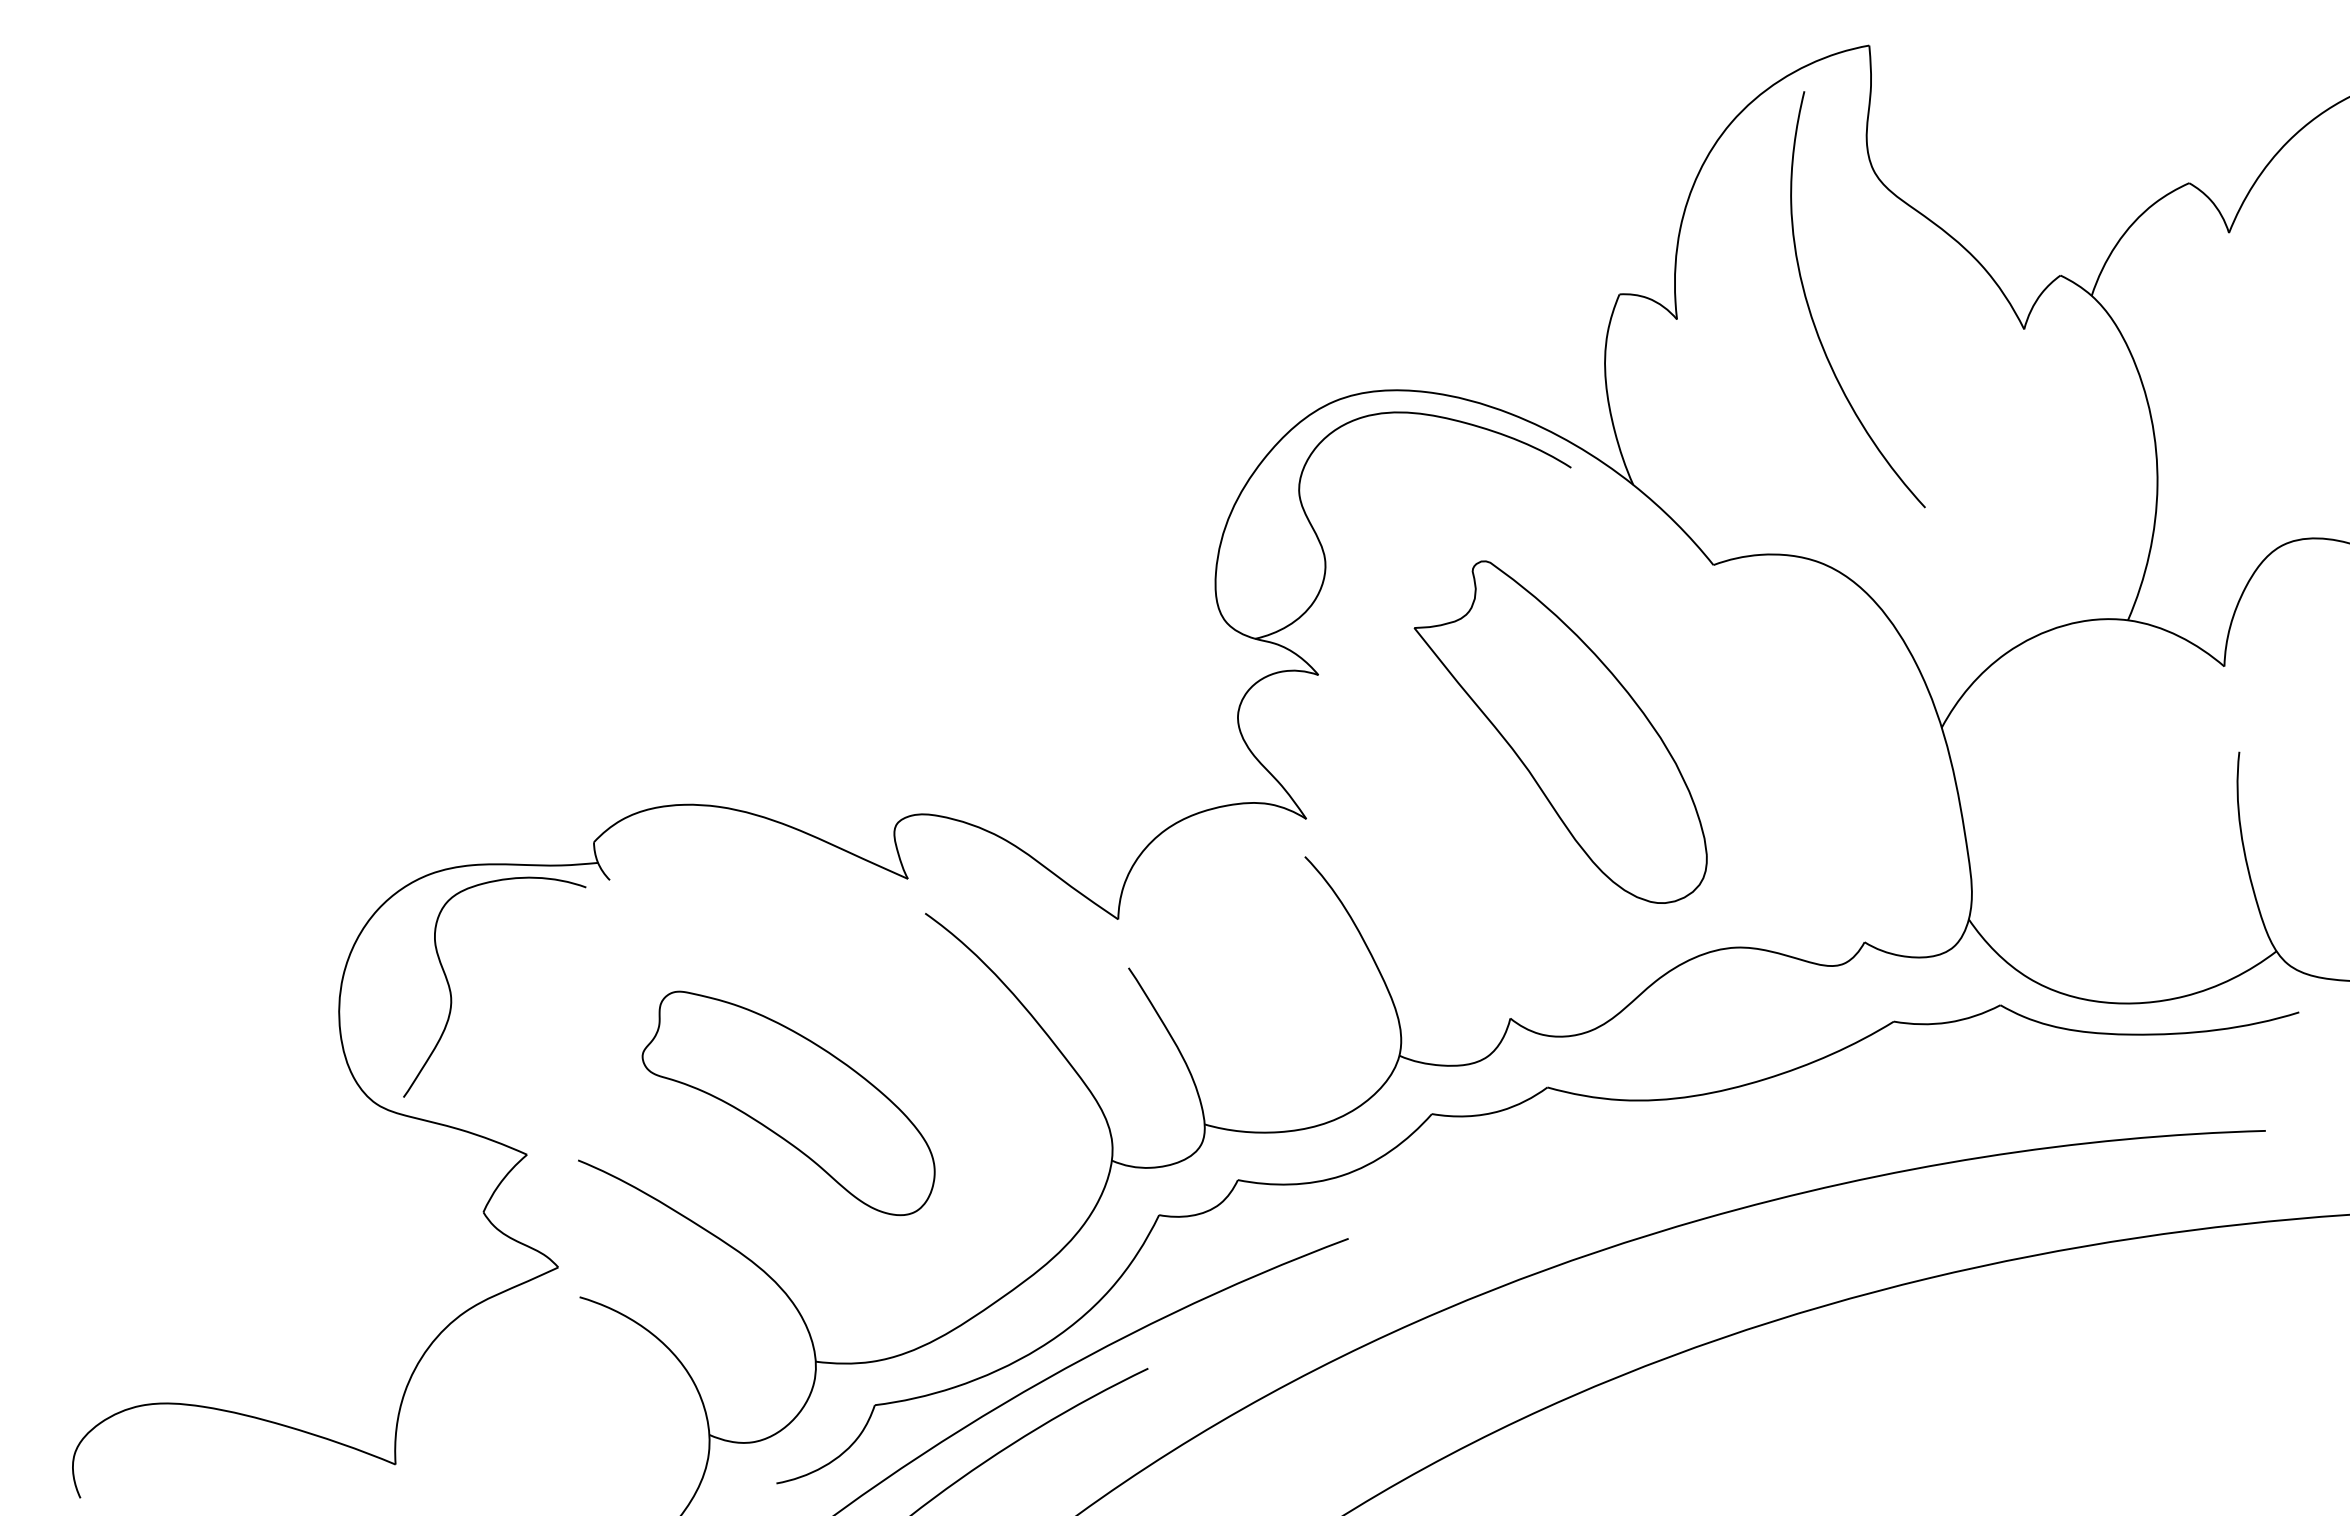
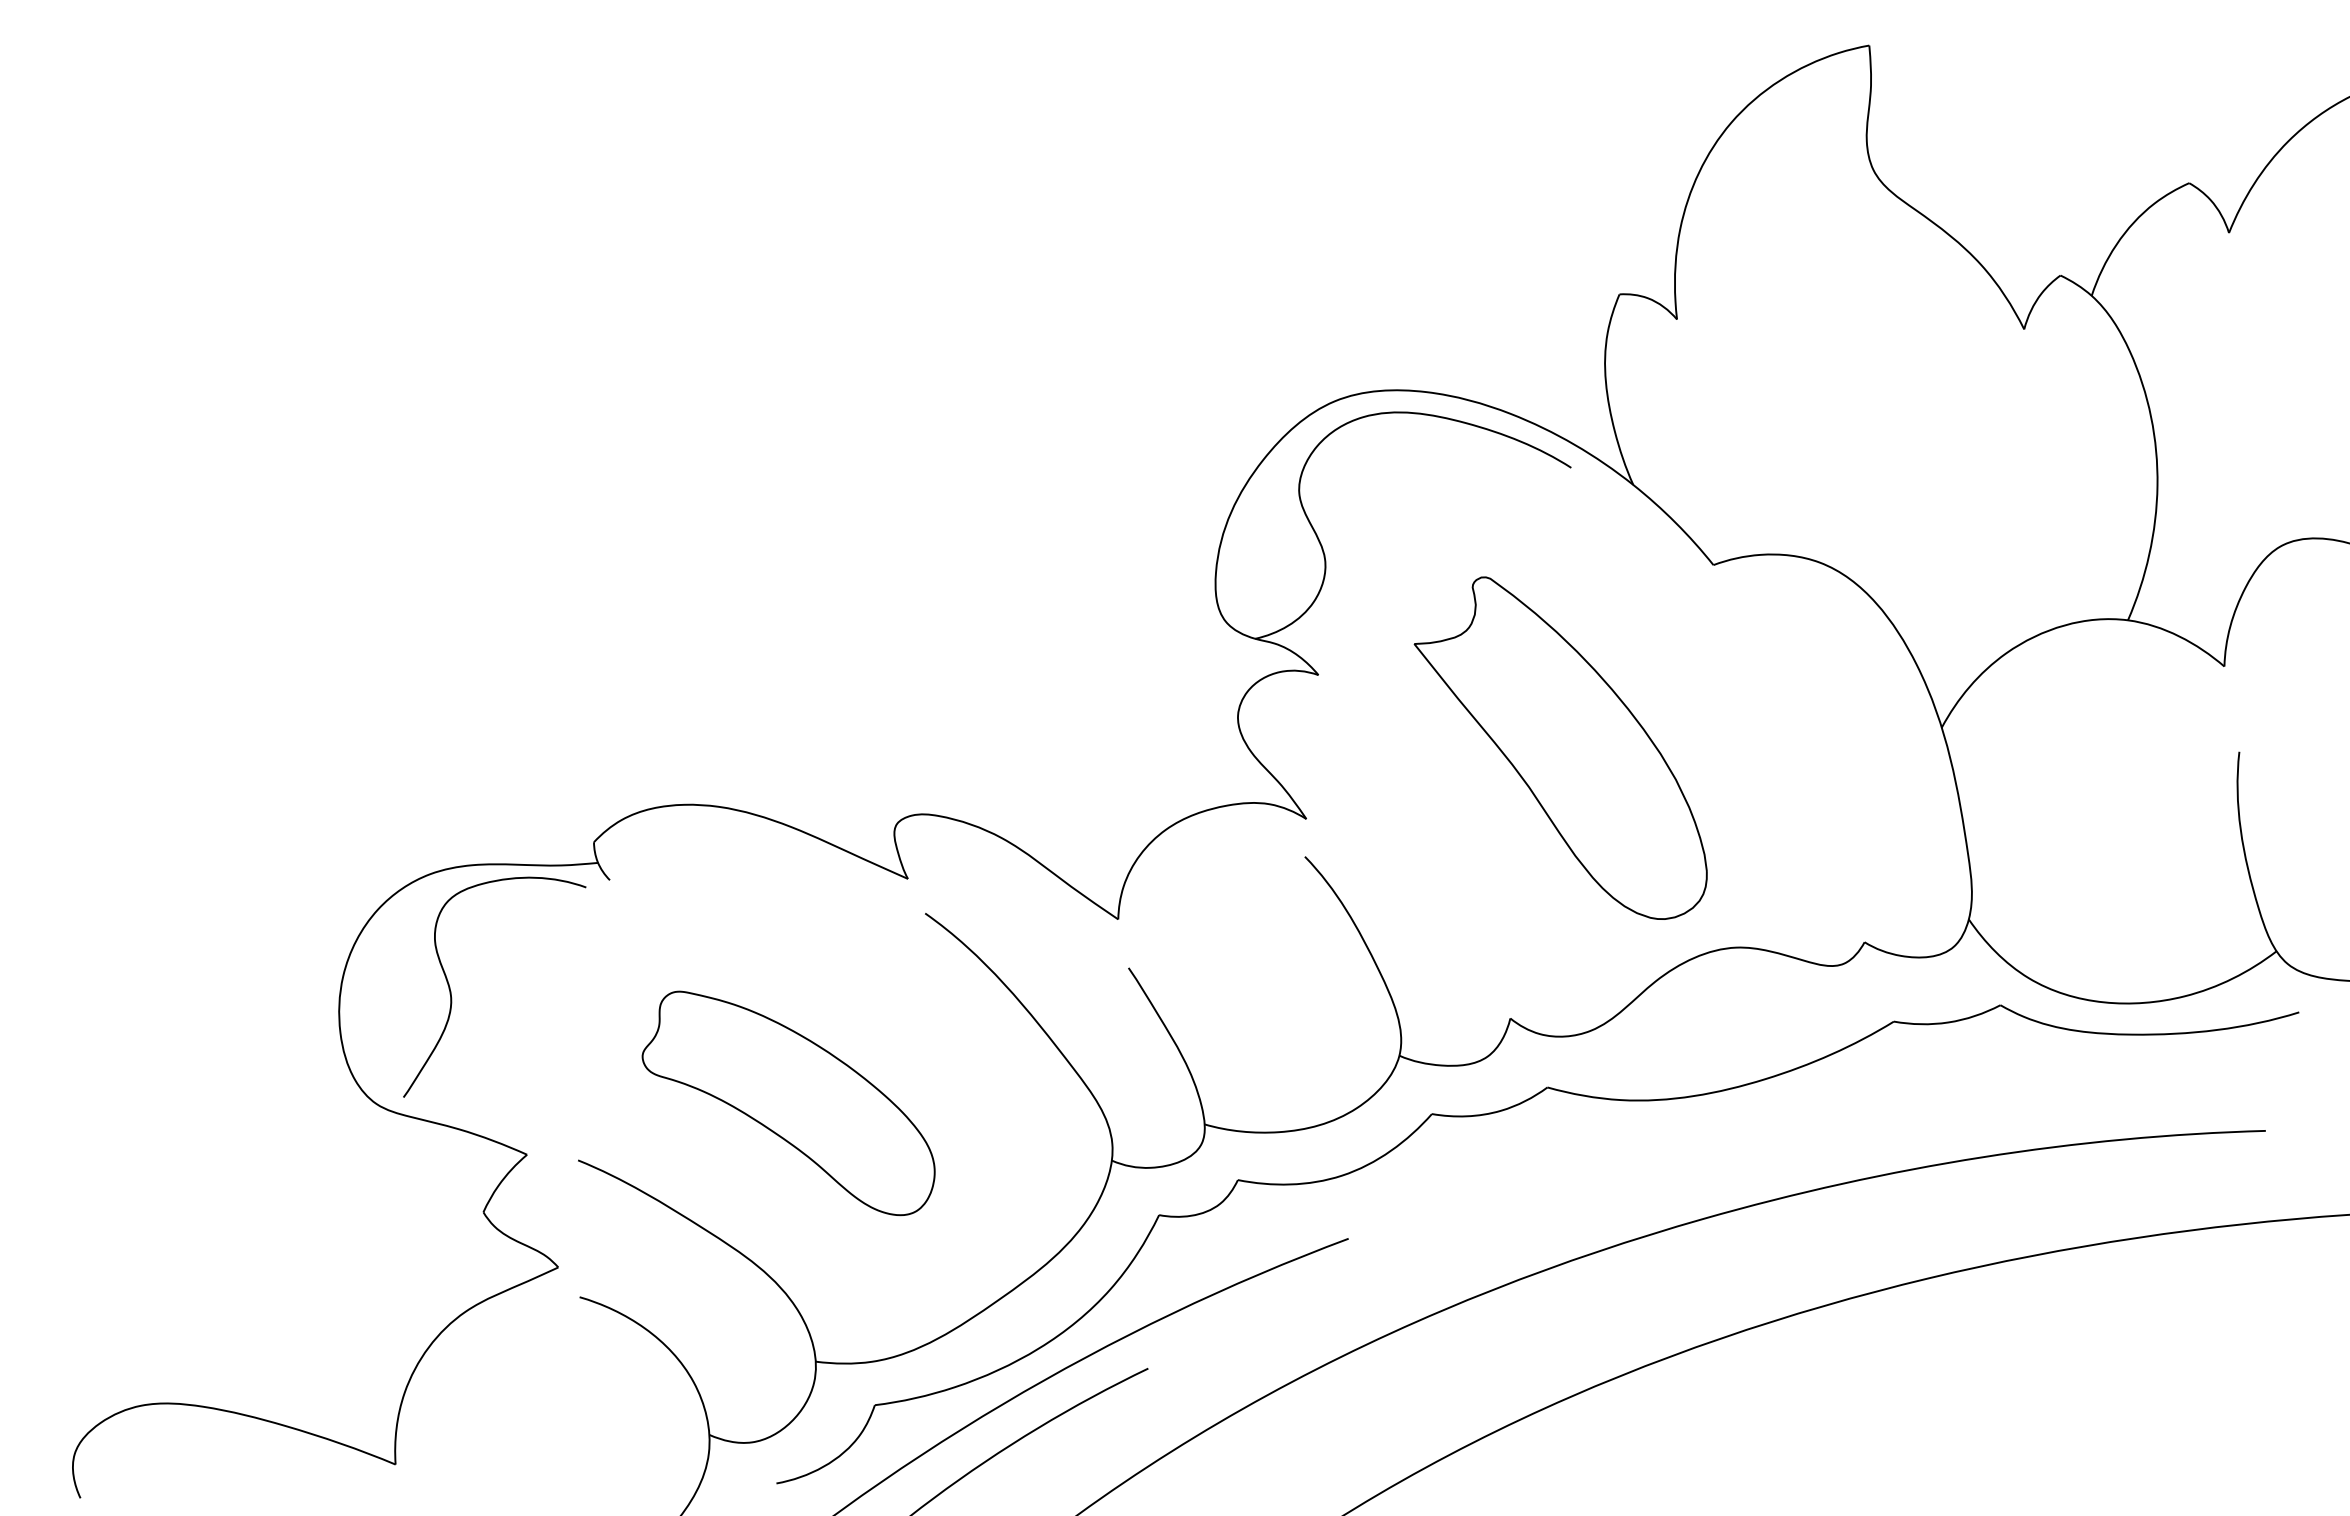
curve at (1812, 315): present -> none
part at (1560, 731) position: (1560, 731) -> (1560, 747)
